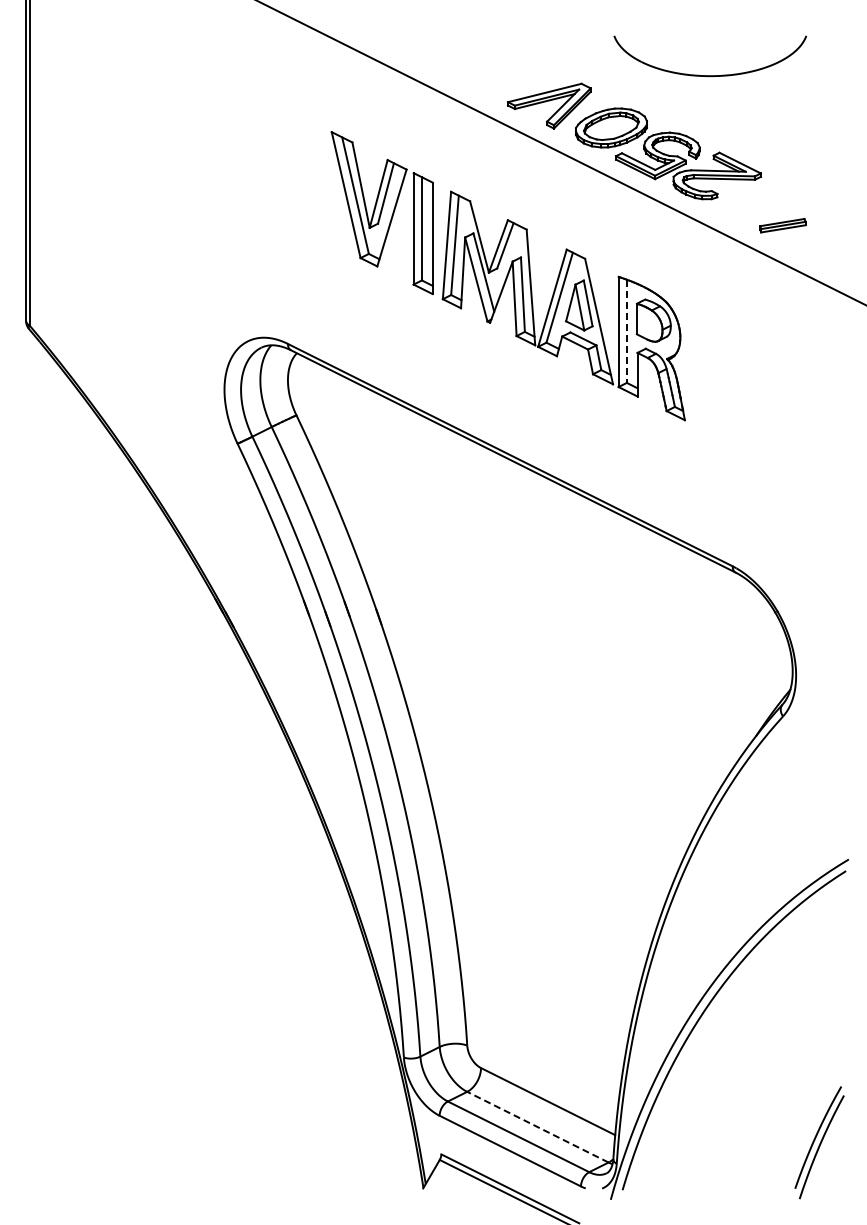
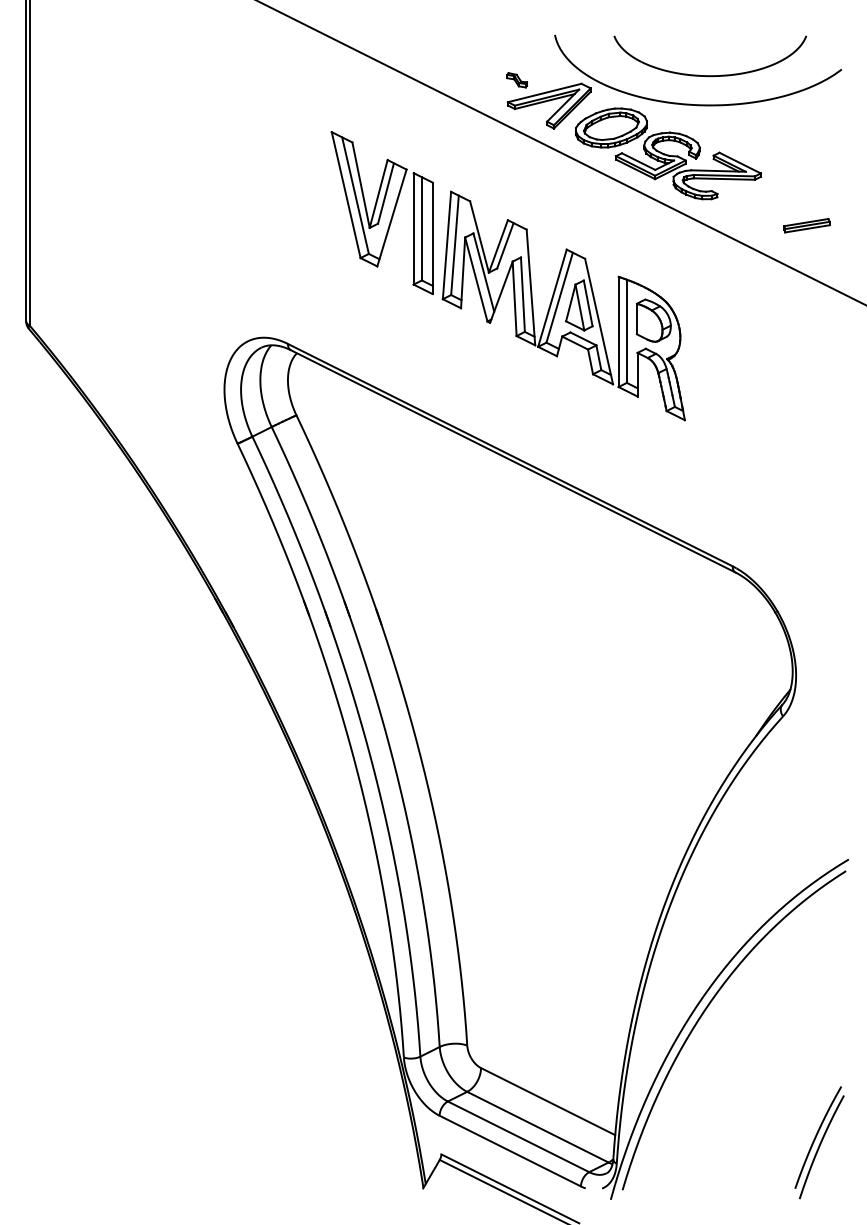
part at (517, 80): none -> present
part at (690, 103): none -> present
part at (782, 225) position: (782, 225) -> (806, 225)
line at (626, 331): dashed -> solid
line at (537, 1126): dashed -> solid
